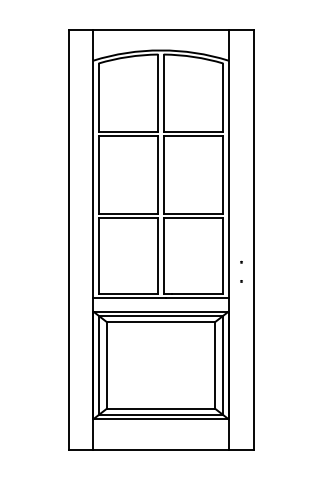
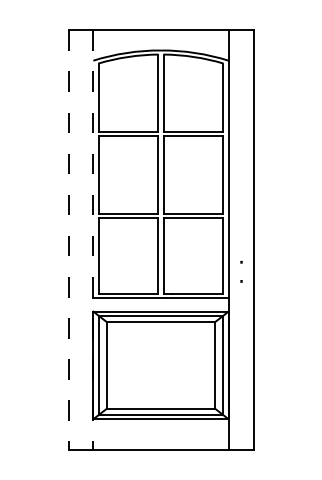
line at (68, 239): solid -> dashed
line at (93, 239): solid -> dashed
